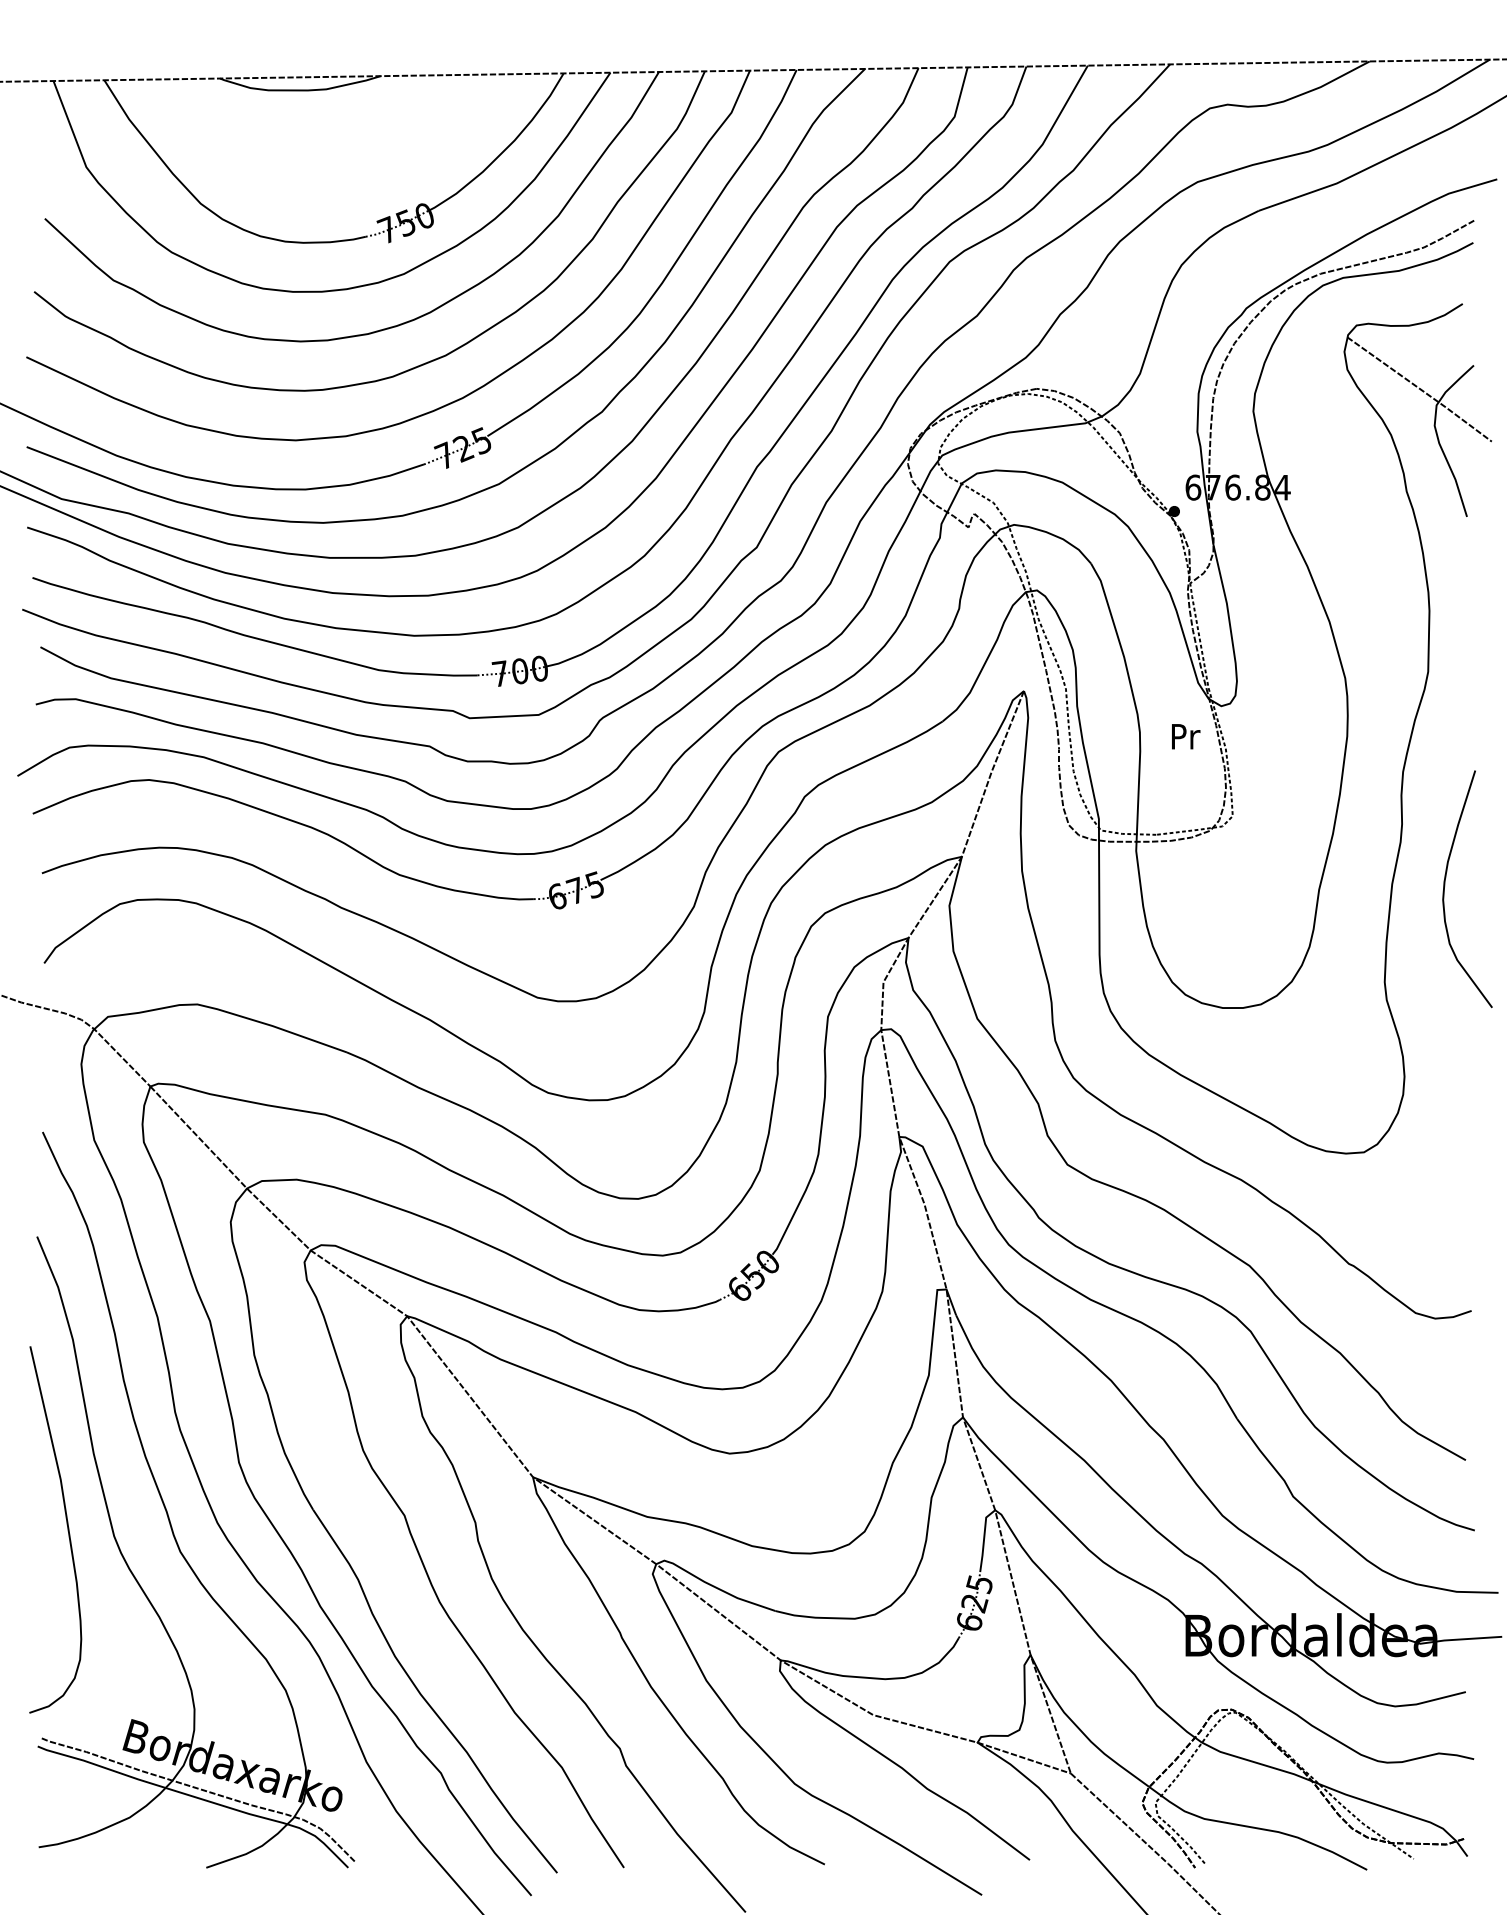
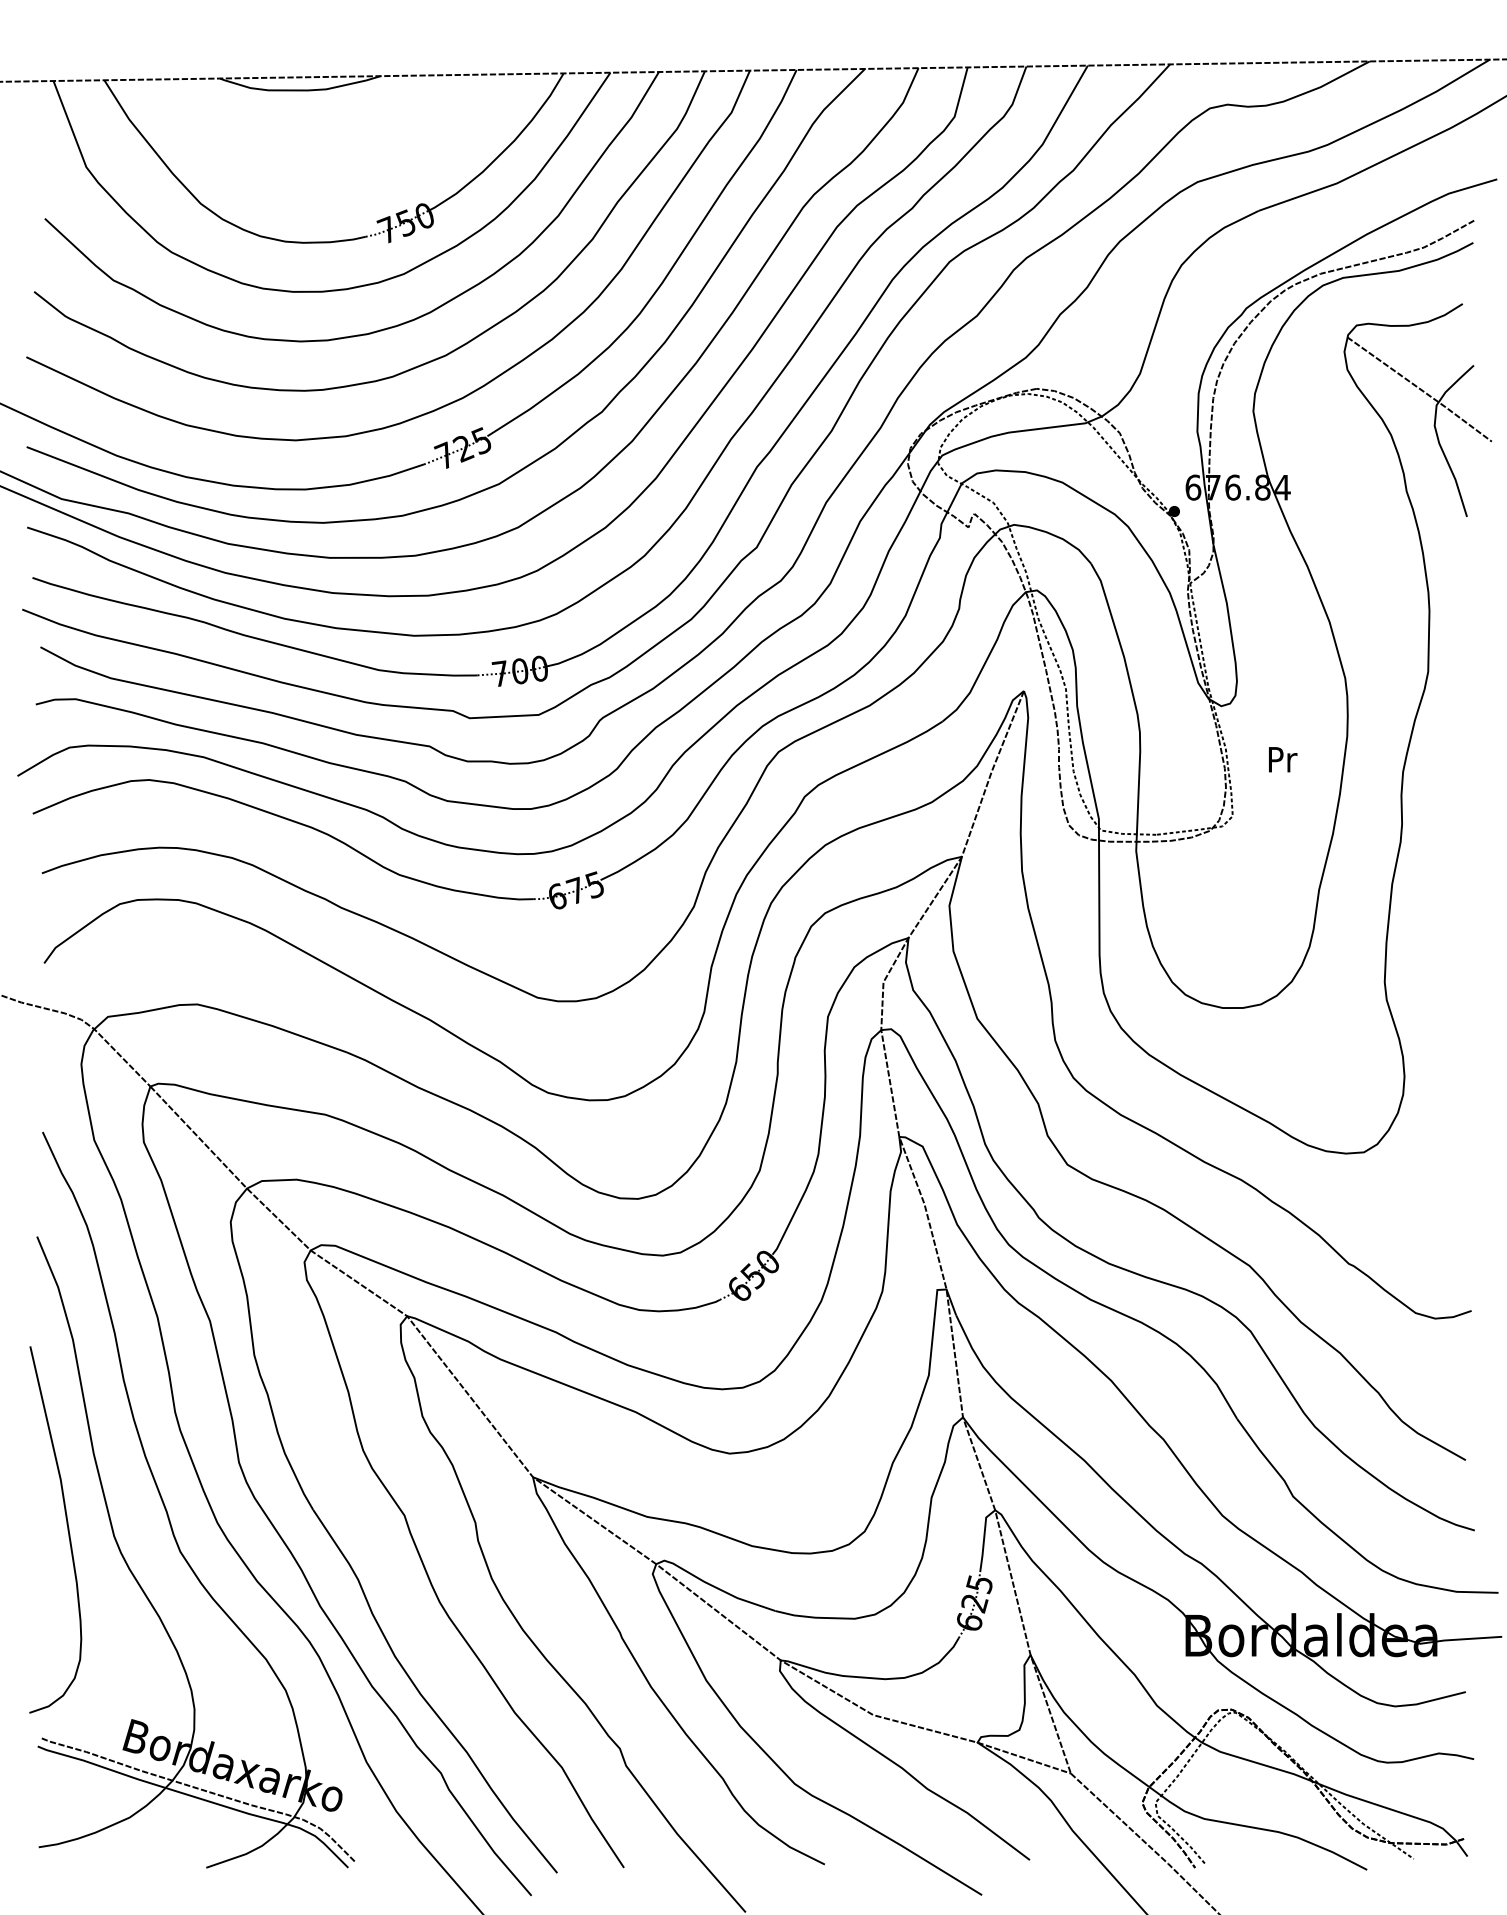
text at (1186, 736) position: (1186, 736) -> (1283, 759)
curve at (1445, 886): present -> none
